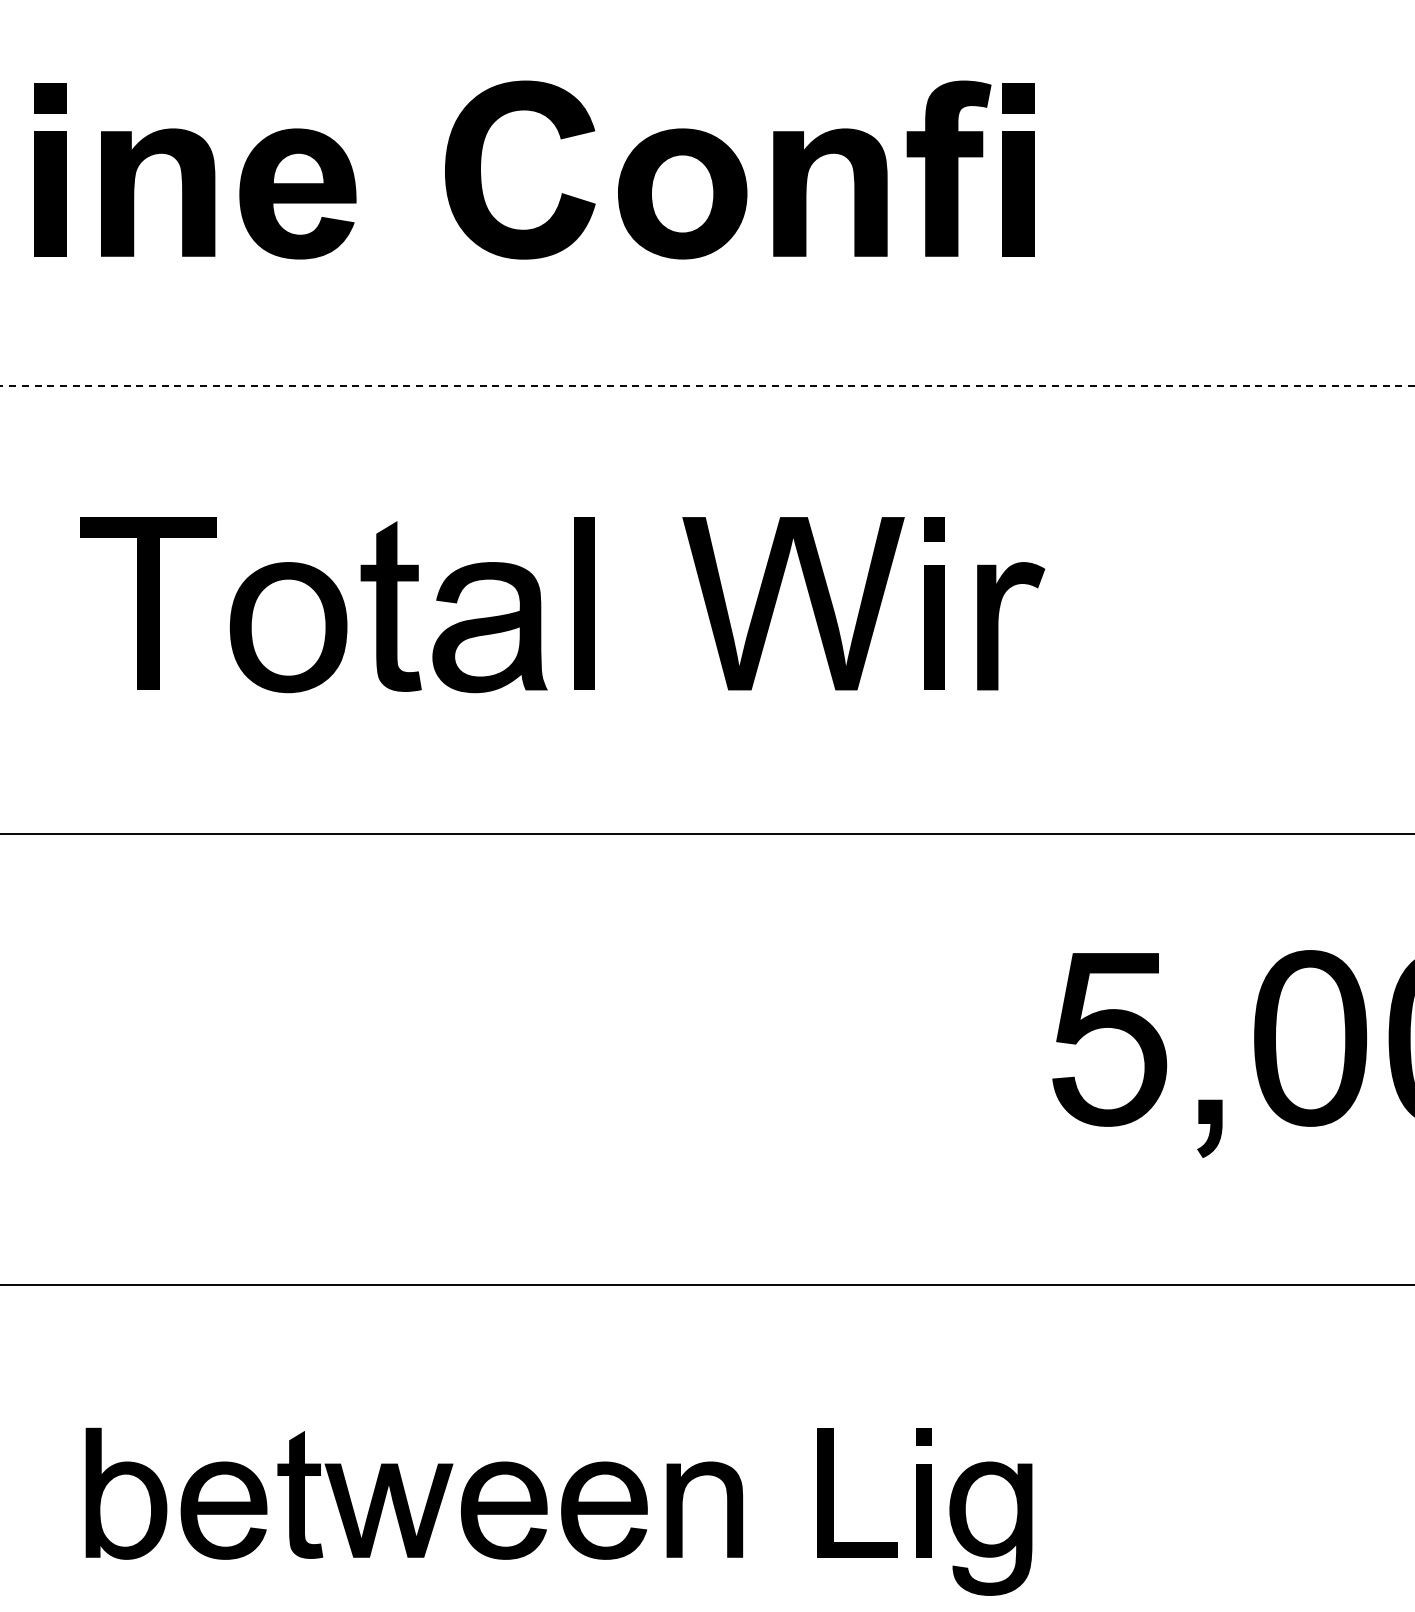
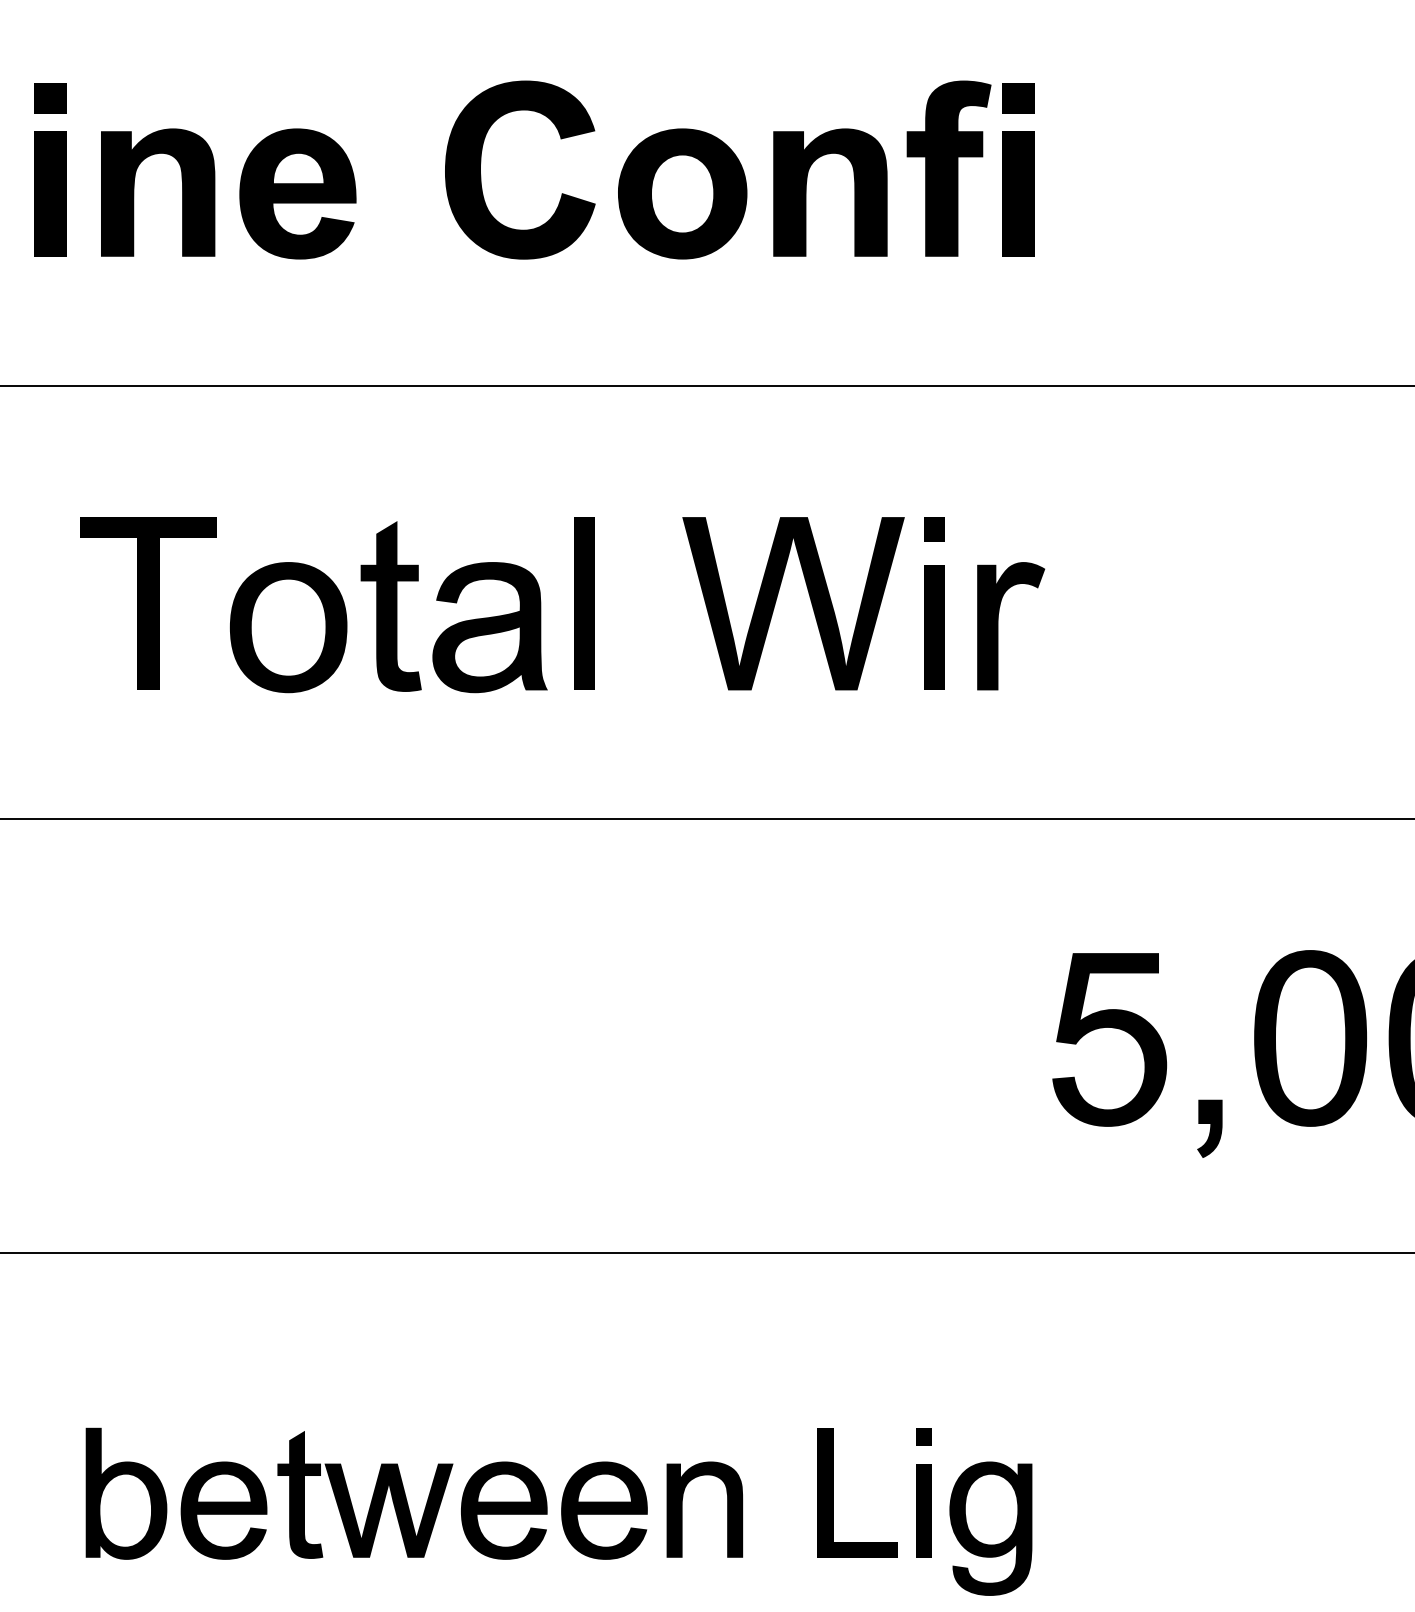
line at (707, 385): dashed -> solid
line at (706, 834) position: (706, 834) -> (706, 819)
line at (706, 1285) position: (706, 1285) -> (706, 1253)
